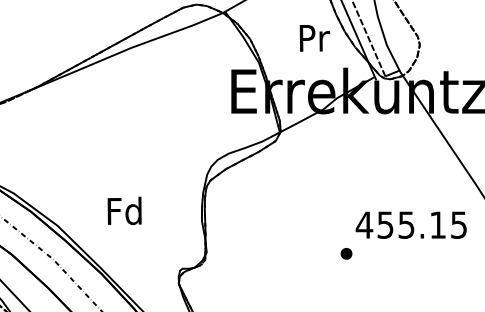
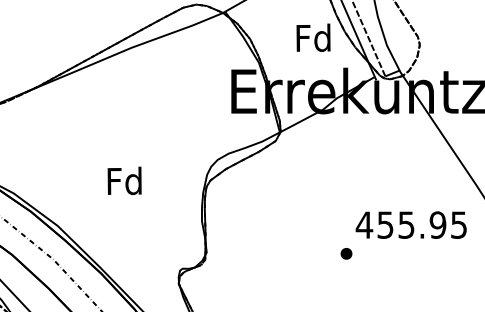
text at (313, 37): Pr -> Fd
text at (124, 210) position: (124, 210) -> (124, 180)
text at (437, 224): 455.15 -> 455.95
